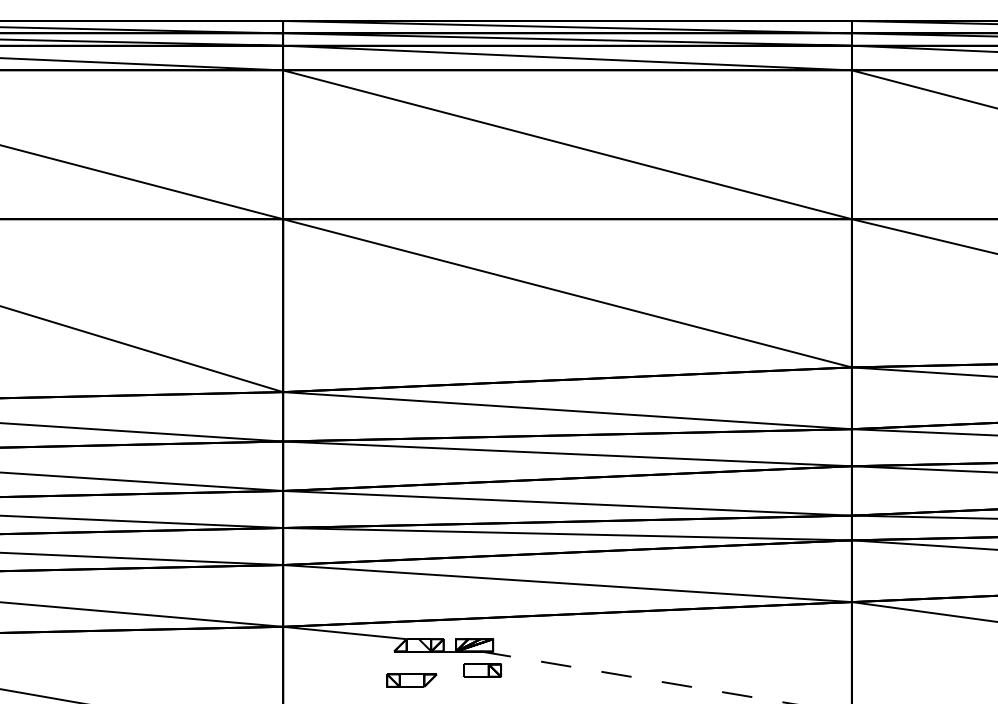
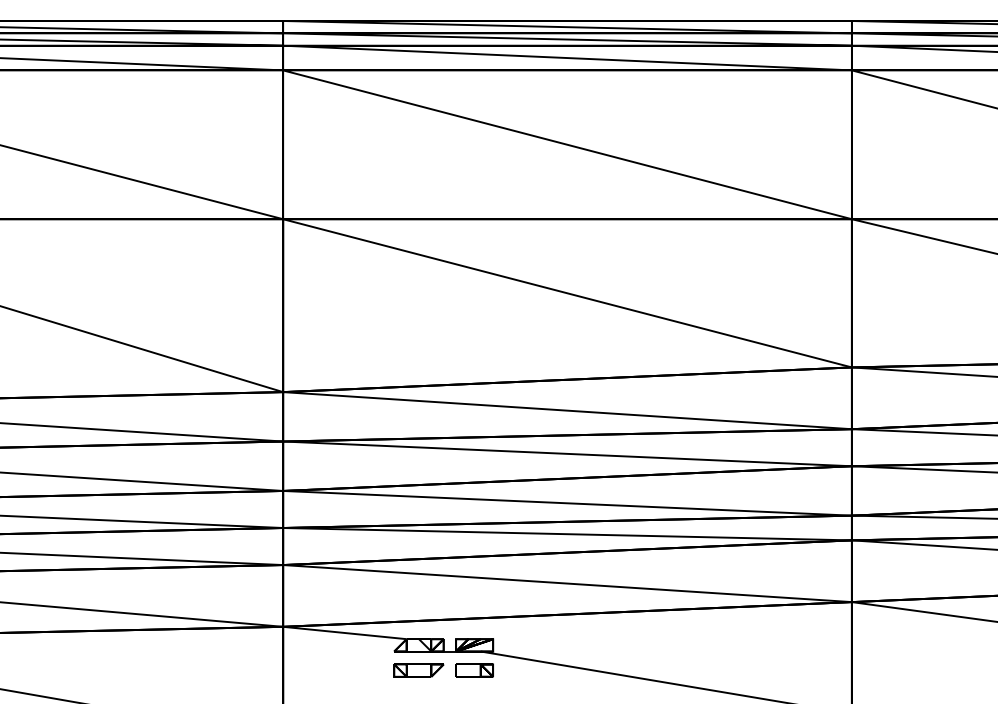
part at (482, 670) position: (482, 670) -> (474, 670)
line at (637, 677): dashed -> solid
part at (411, 680) position: (411, 680) -> (418, 670)
